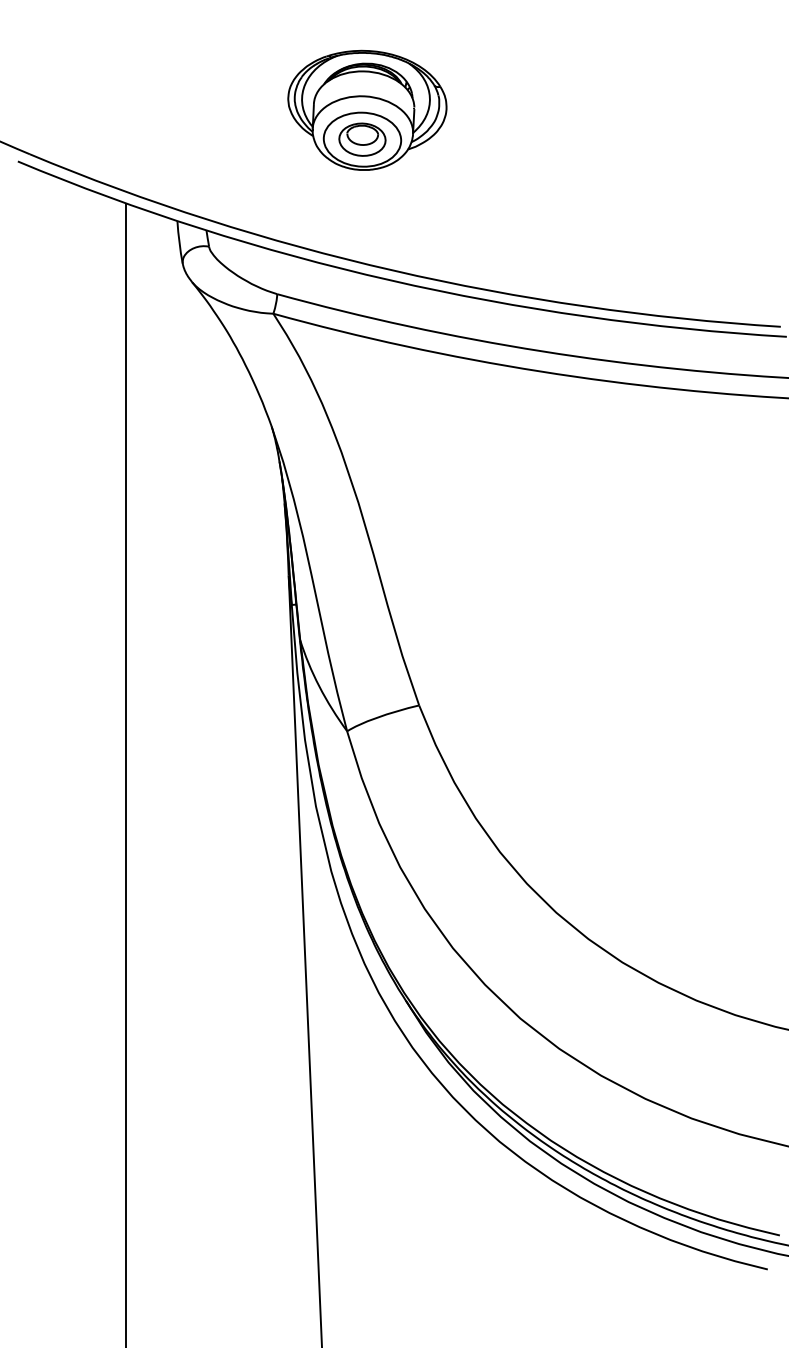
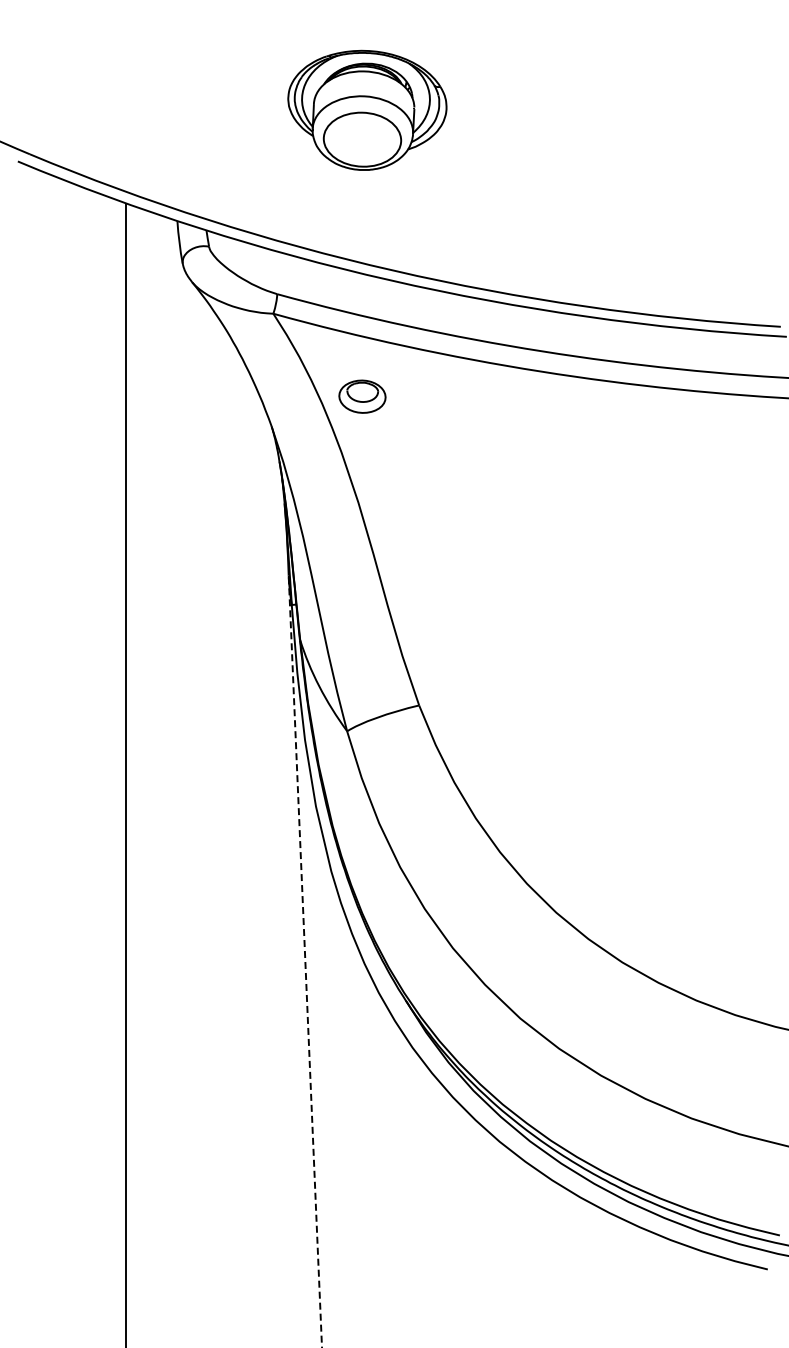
part at (362, 139) position: (362, 139) -> (362, 396)
line at (305, 961): solid -> dashed
